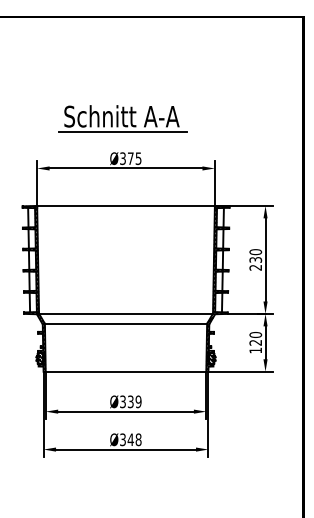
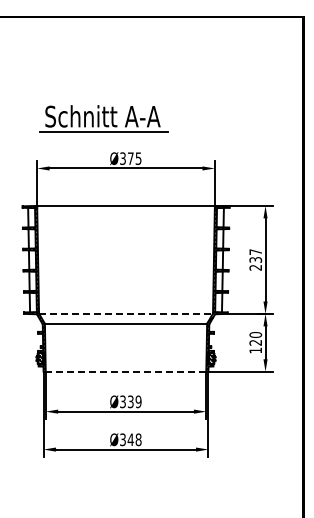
part at (122, 118) position: (122, 118) -> (103, 118)
text at (255, 252): 230 -> 237
line at (126, 313): solid -> dashed
line at (125, 371): solid -> dashed
